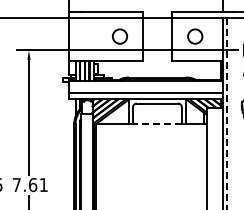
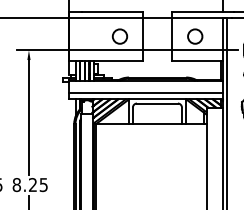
line at (227, 113): dashed -> solid
line at (157, 123): dashed -> solid
text at (29, 185): 7.61 -> 8.25
